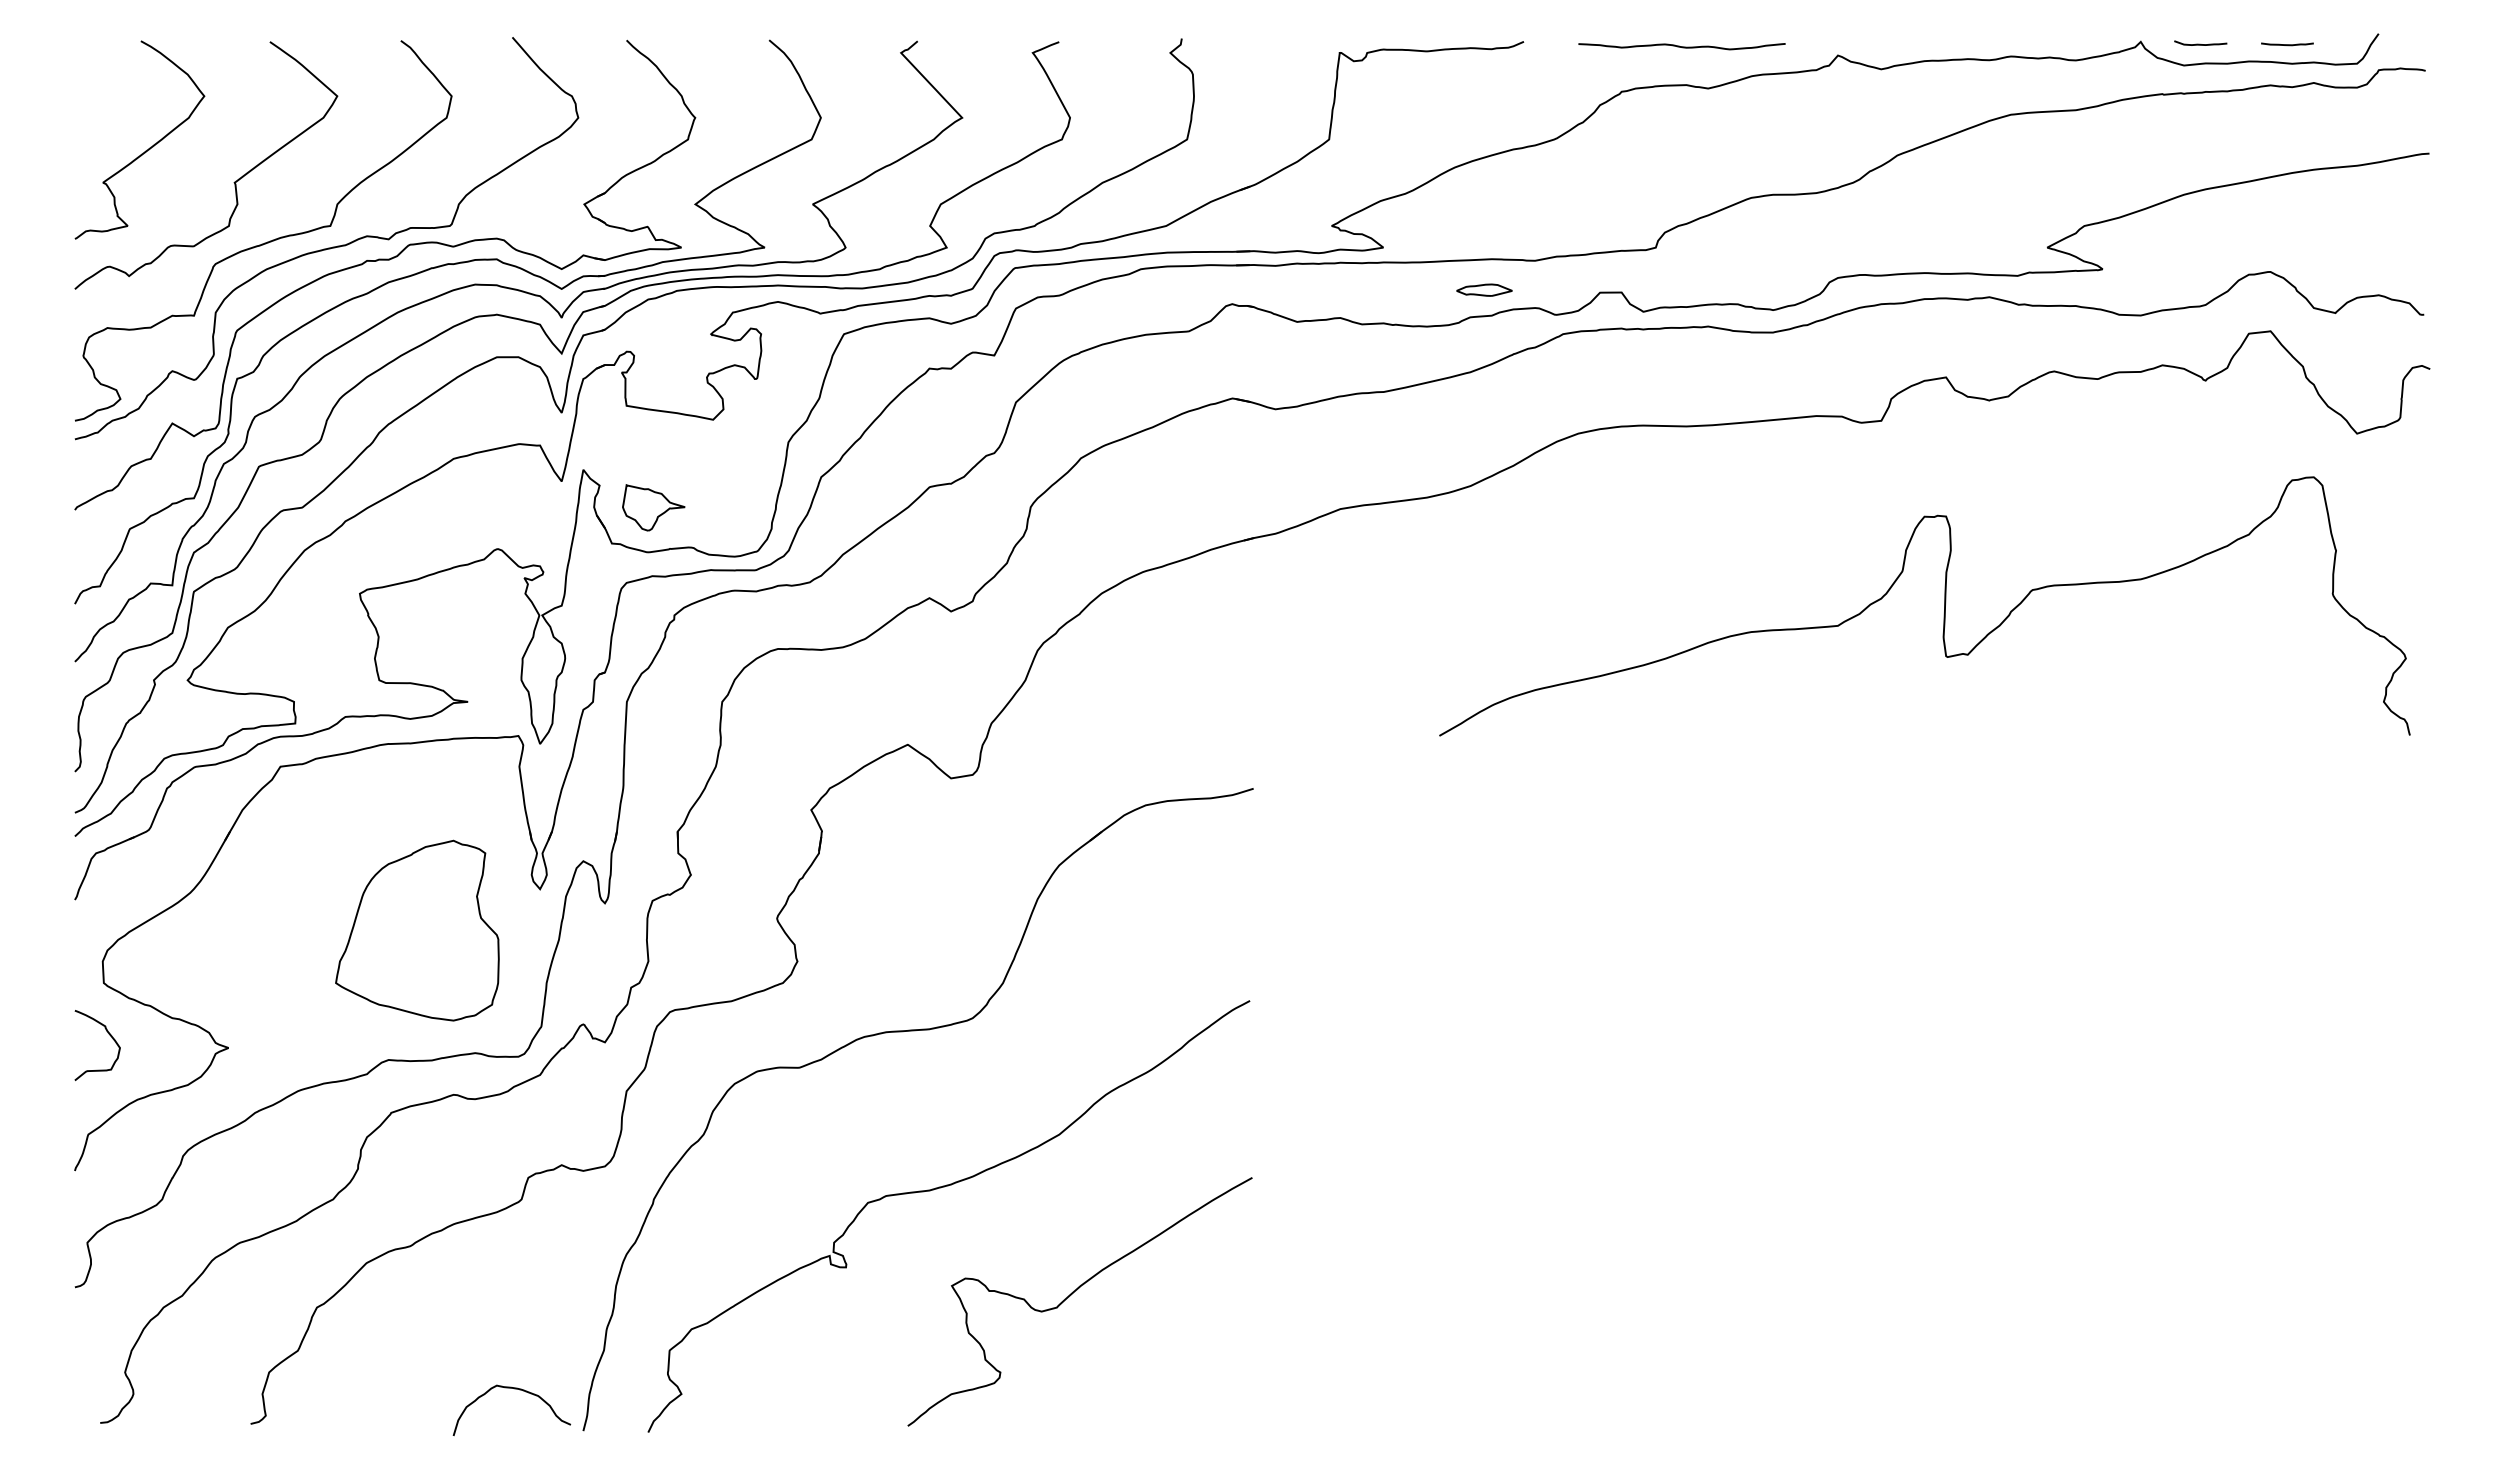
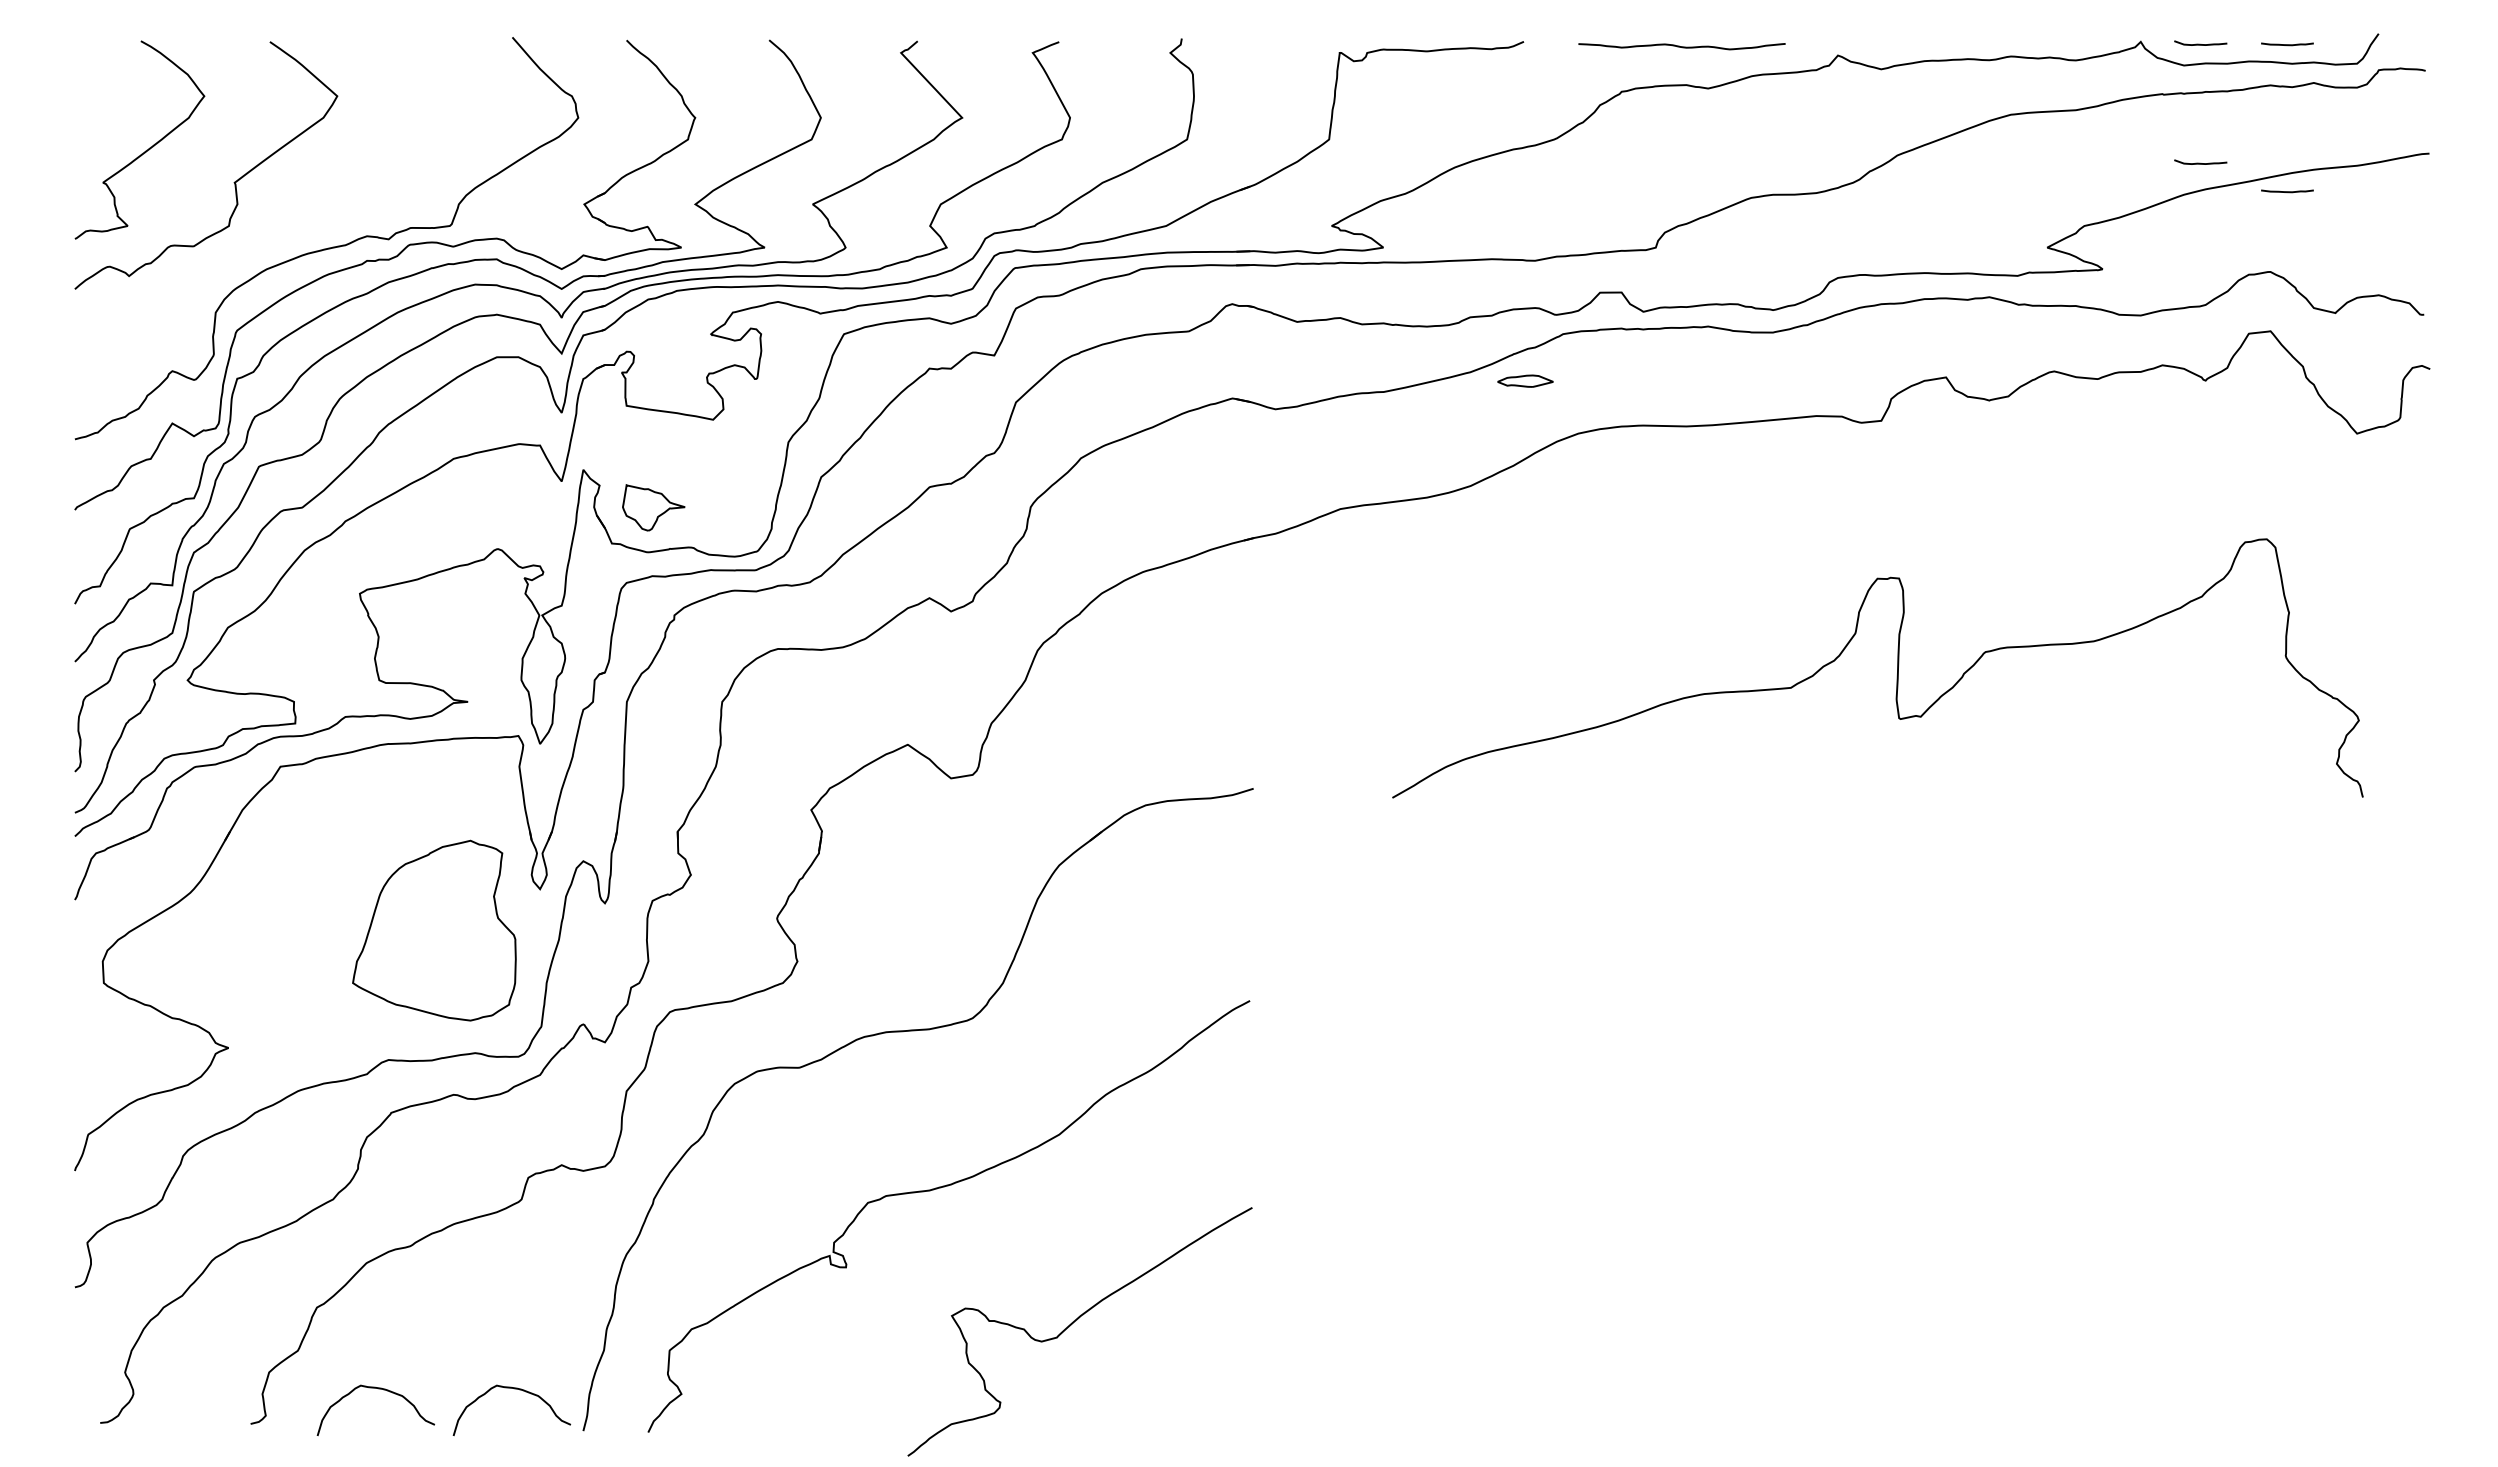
curve at (2200, 162): none -> present
curve at (2287, 191): none -> present
curve at (267, 241): present -> none
part at (1484, 289) position: (1484, 289) -> (1525, 380)
curve at (1944, 606) position: (1944, 606) -> (1897, 668)
part at (417, 930) position: (417, 930) -> (434, 930)
curve at (108, 1034): present -> none
curve at (1072, 1294) position: (1072, 1294) -> (1072, 1324)
curve at (378, 1389): none -> present
